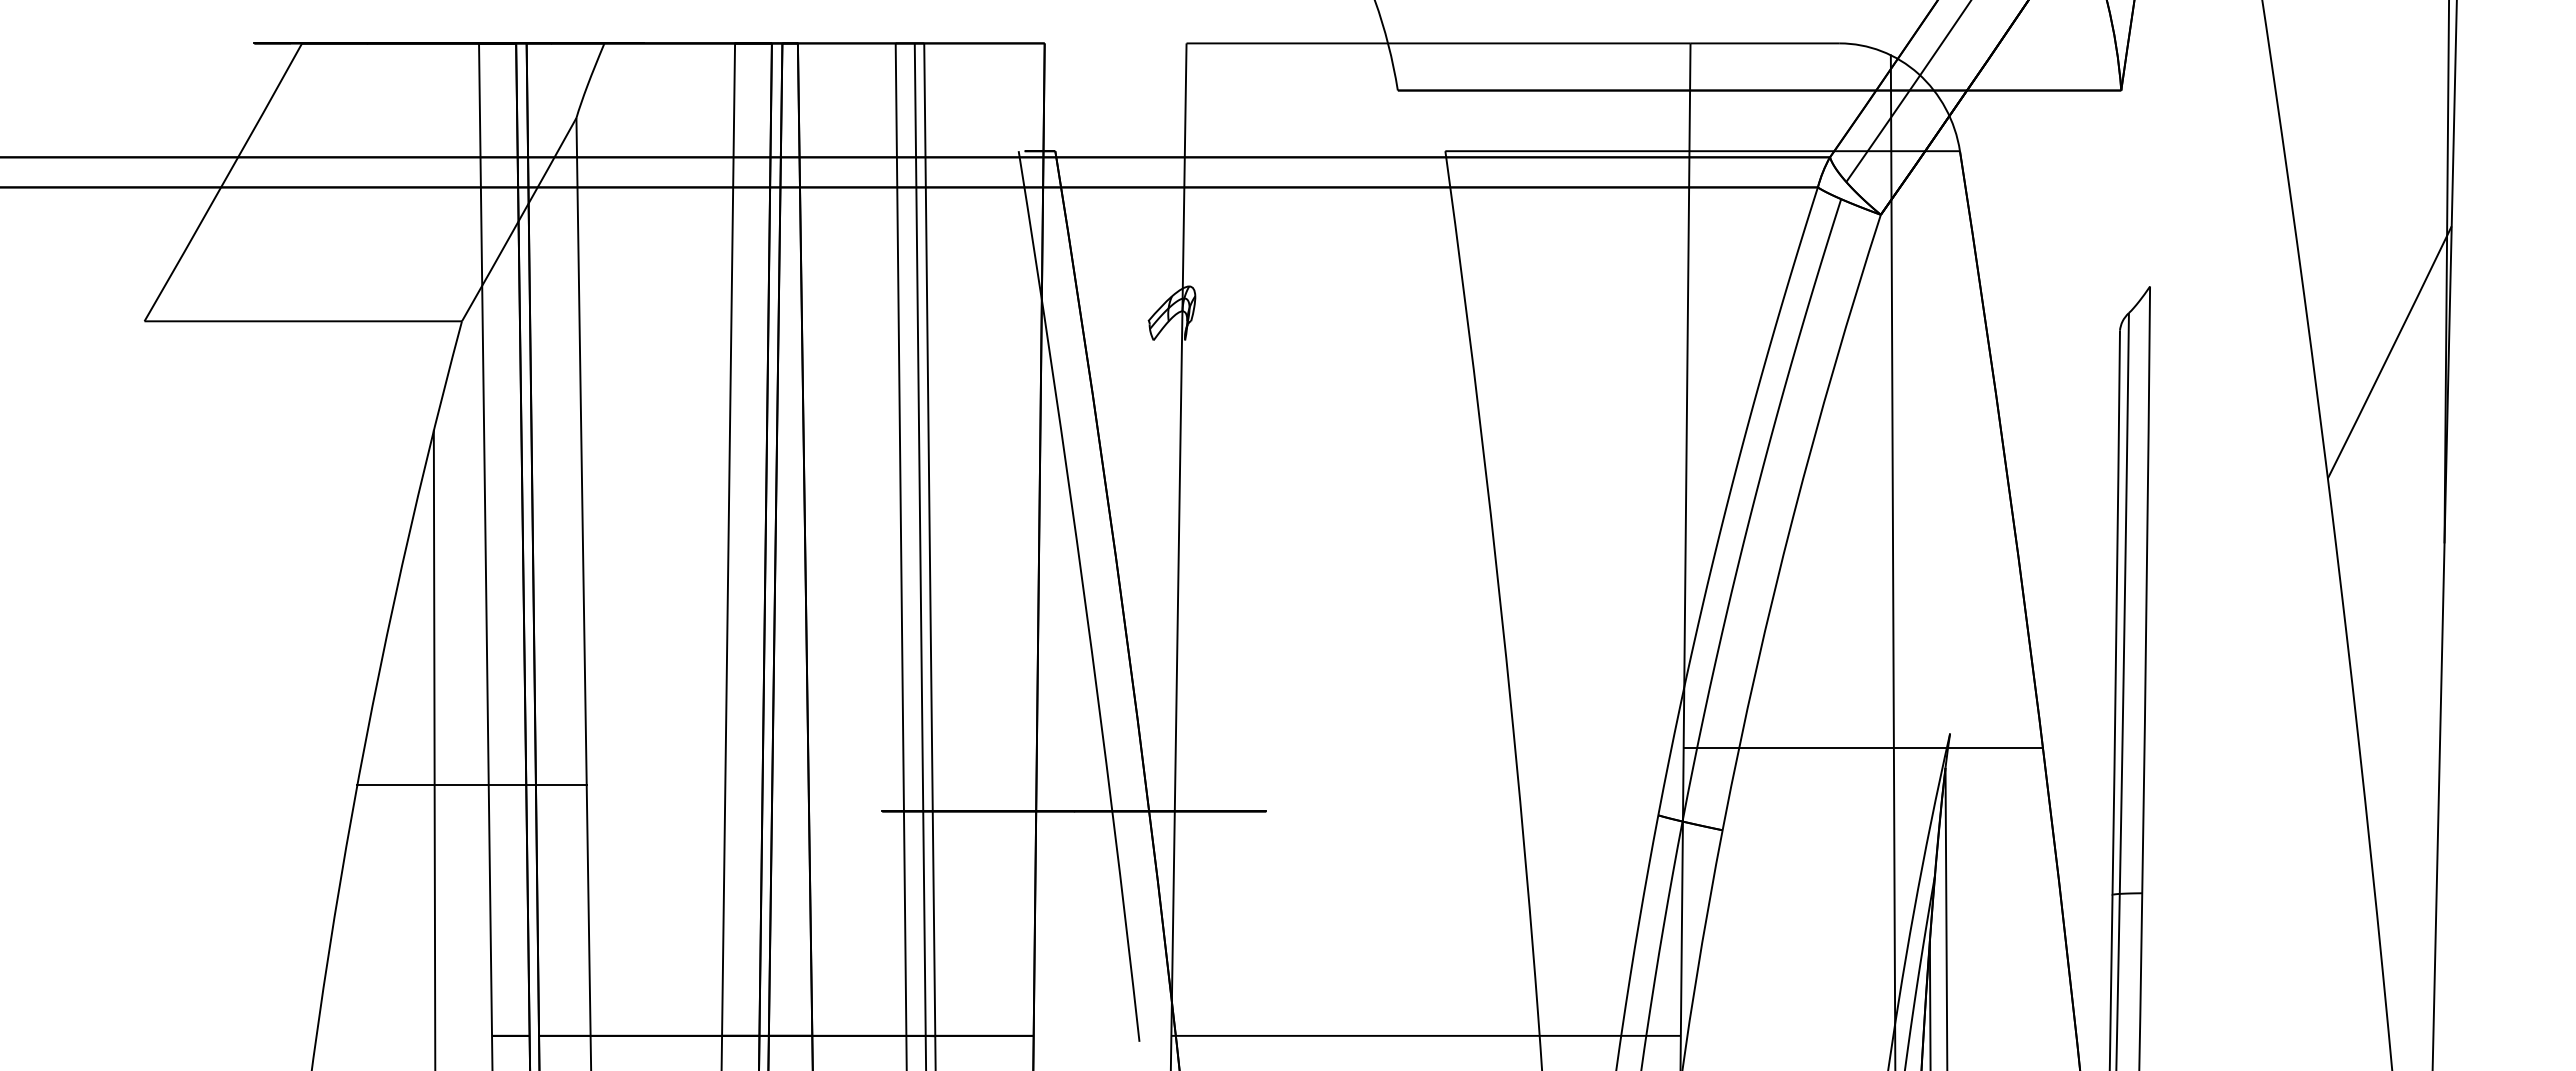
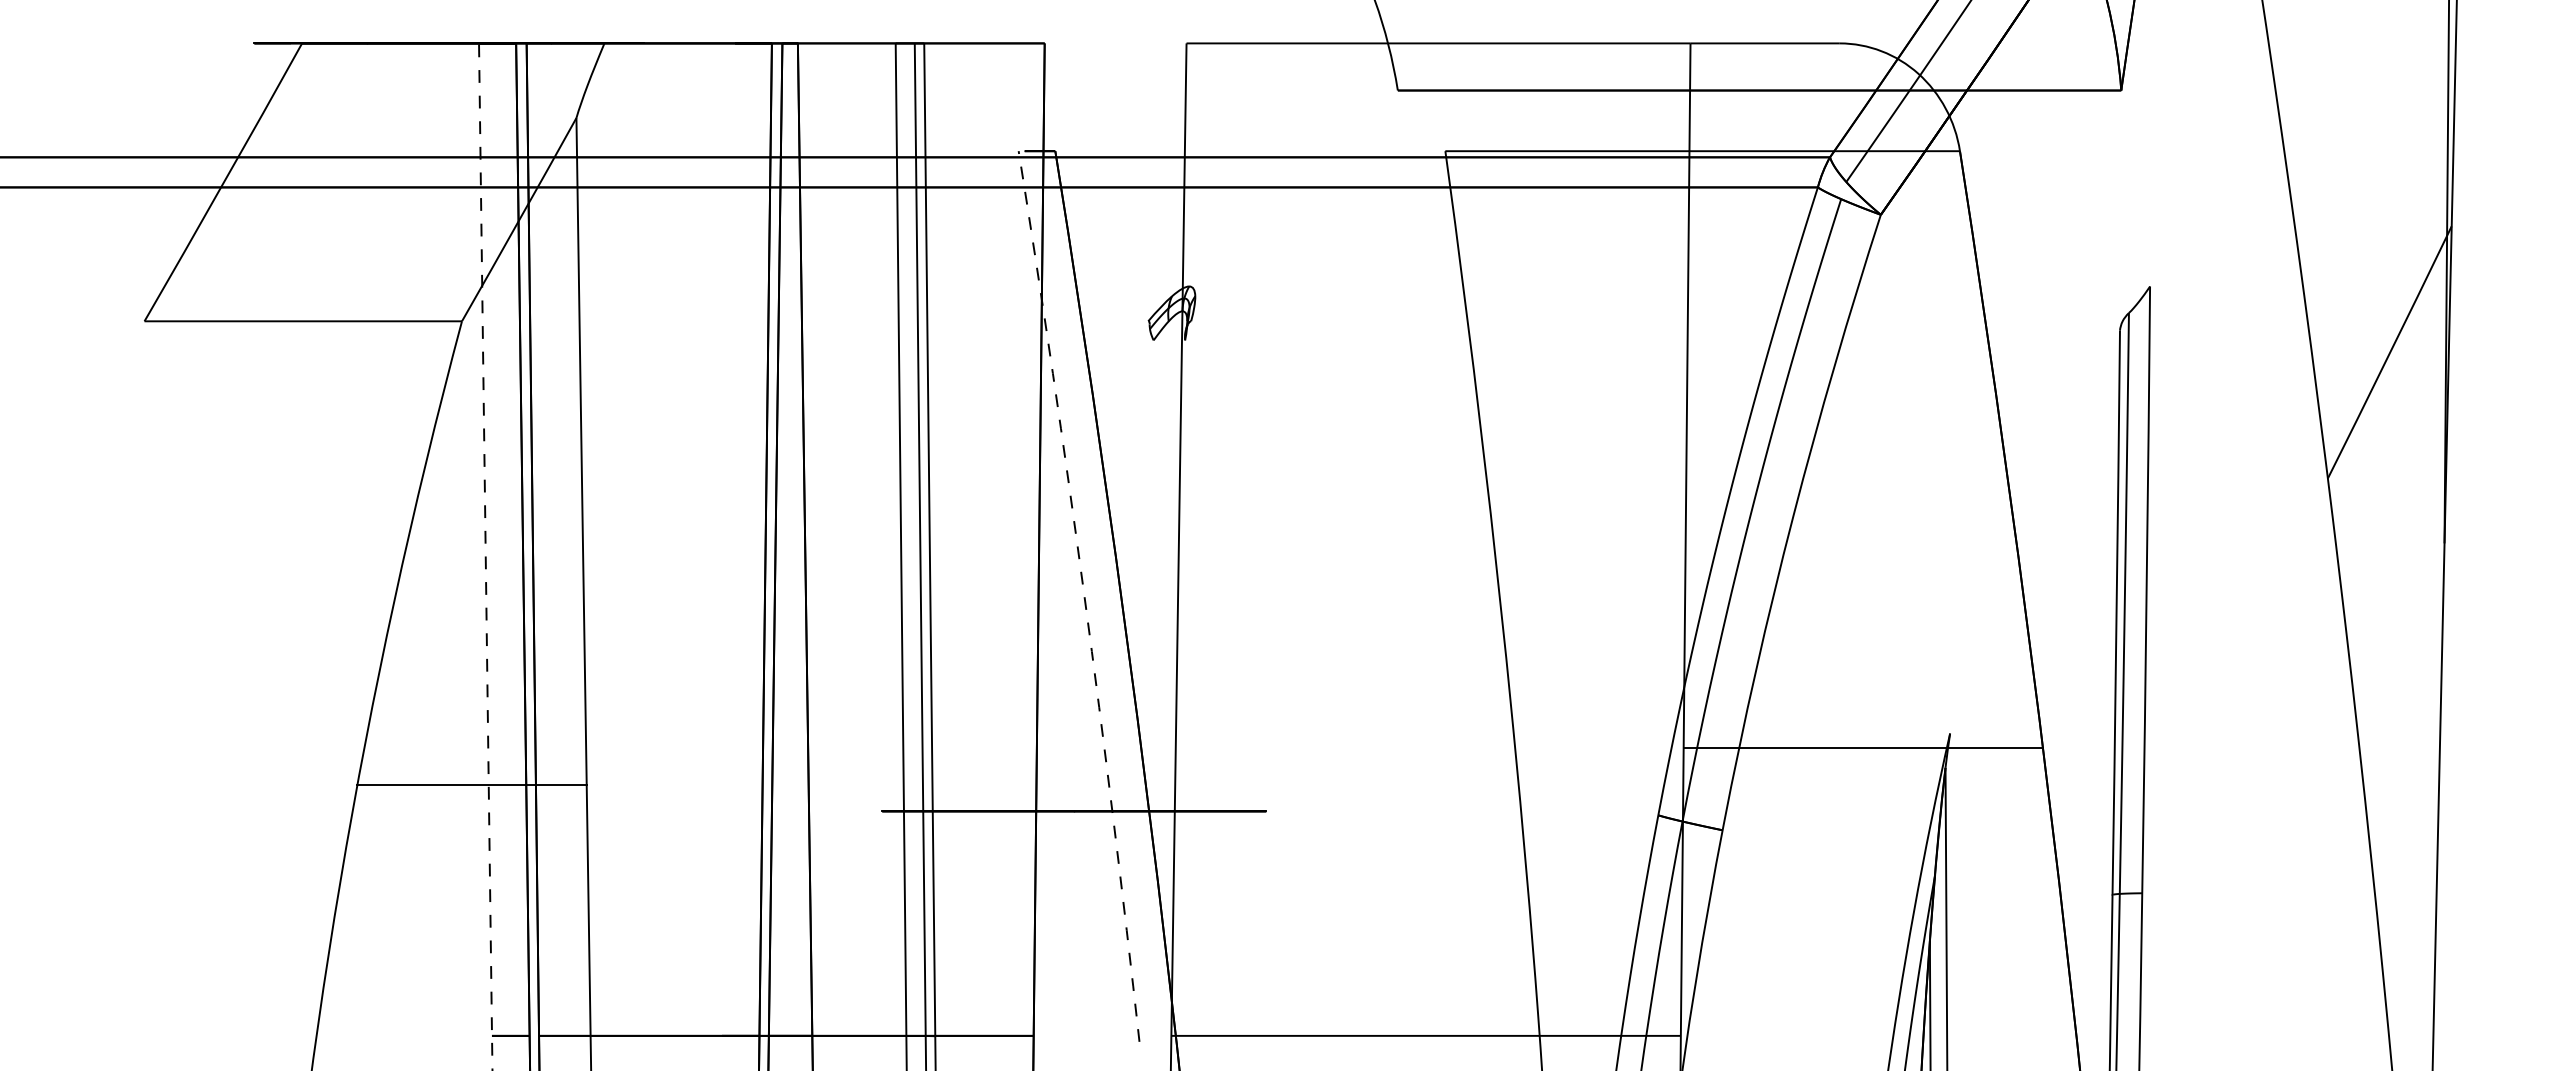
line at (728, 555): present -> none
line at (485, 557): solid -> dashed
line at (1892, 561): present -> none
arc at (1084, 595): solid -> dashed
line at (434, 748): present -> none
